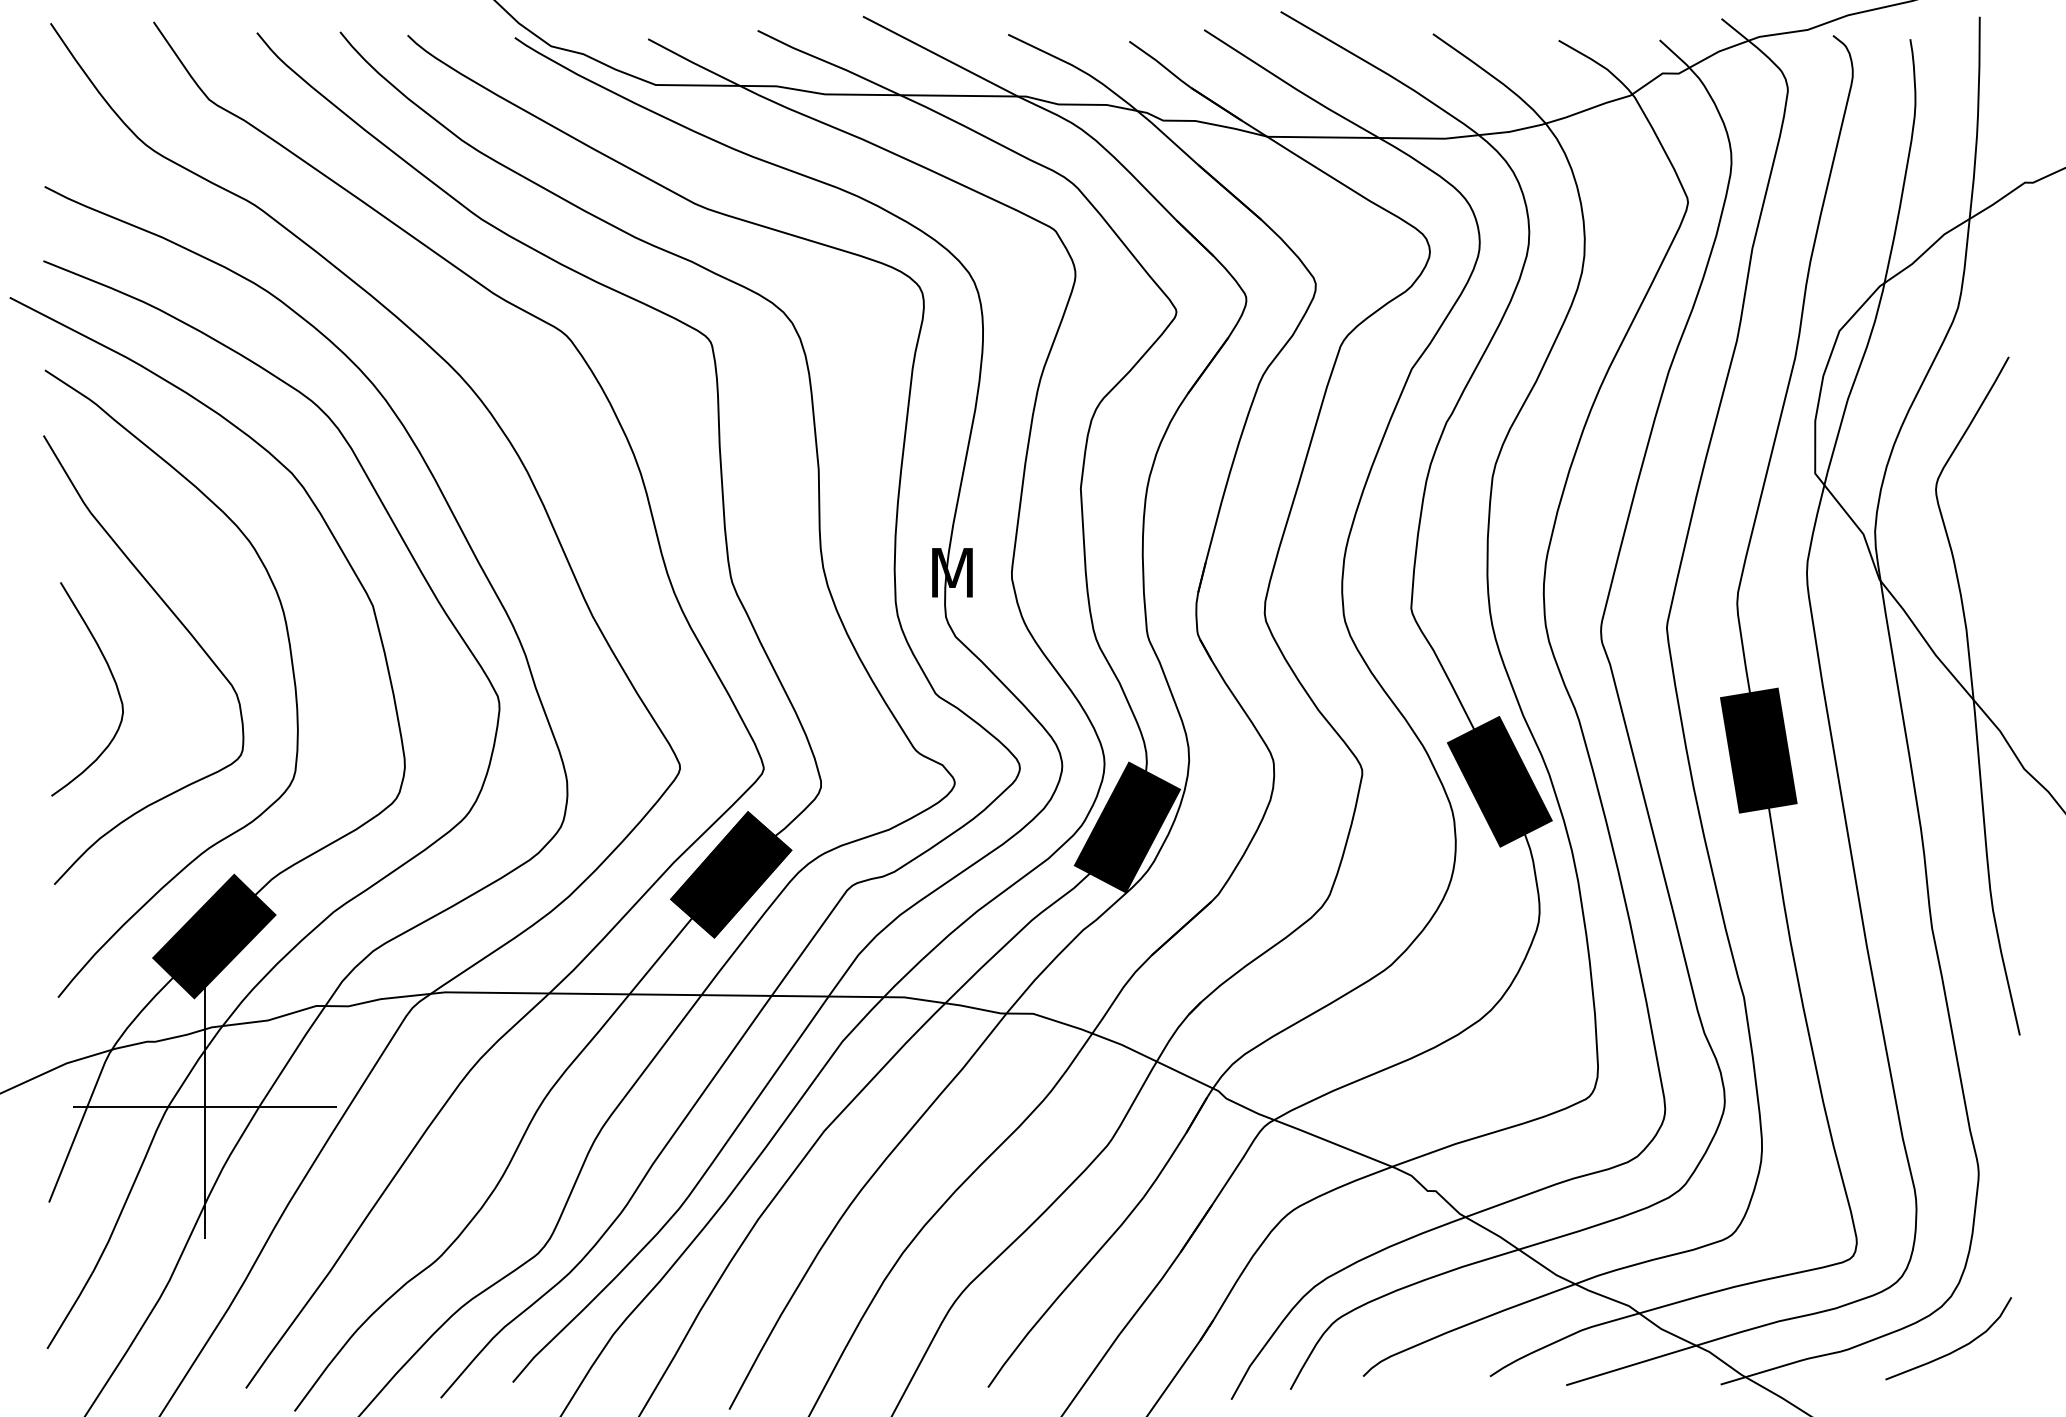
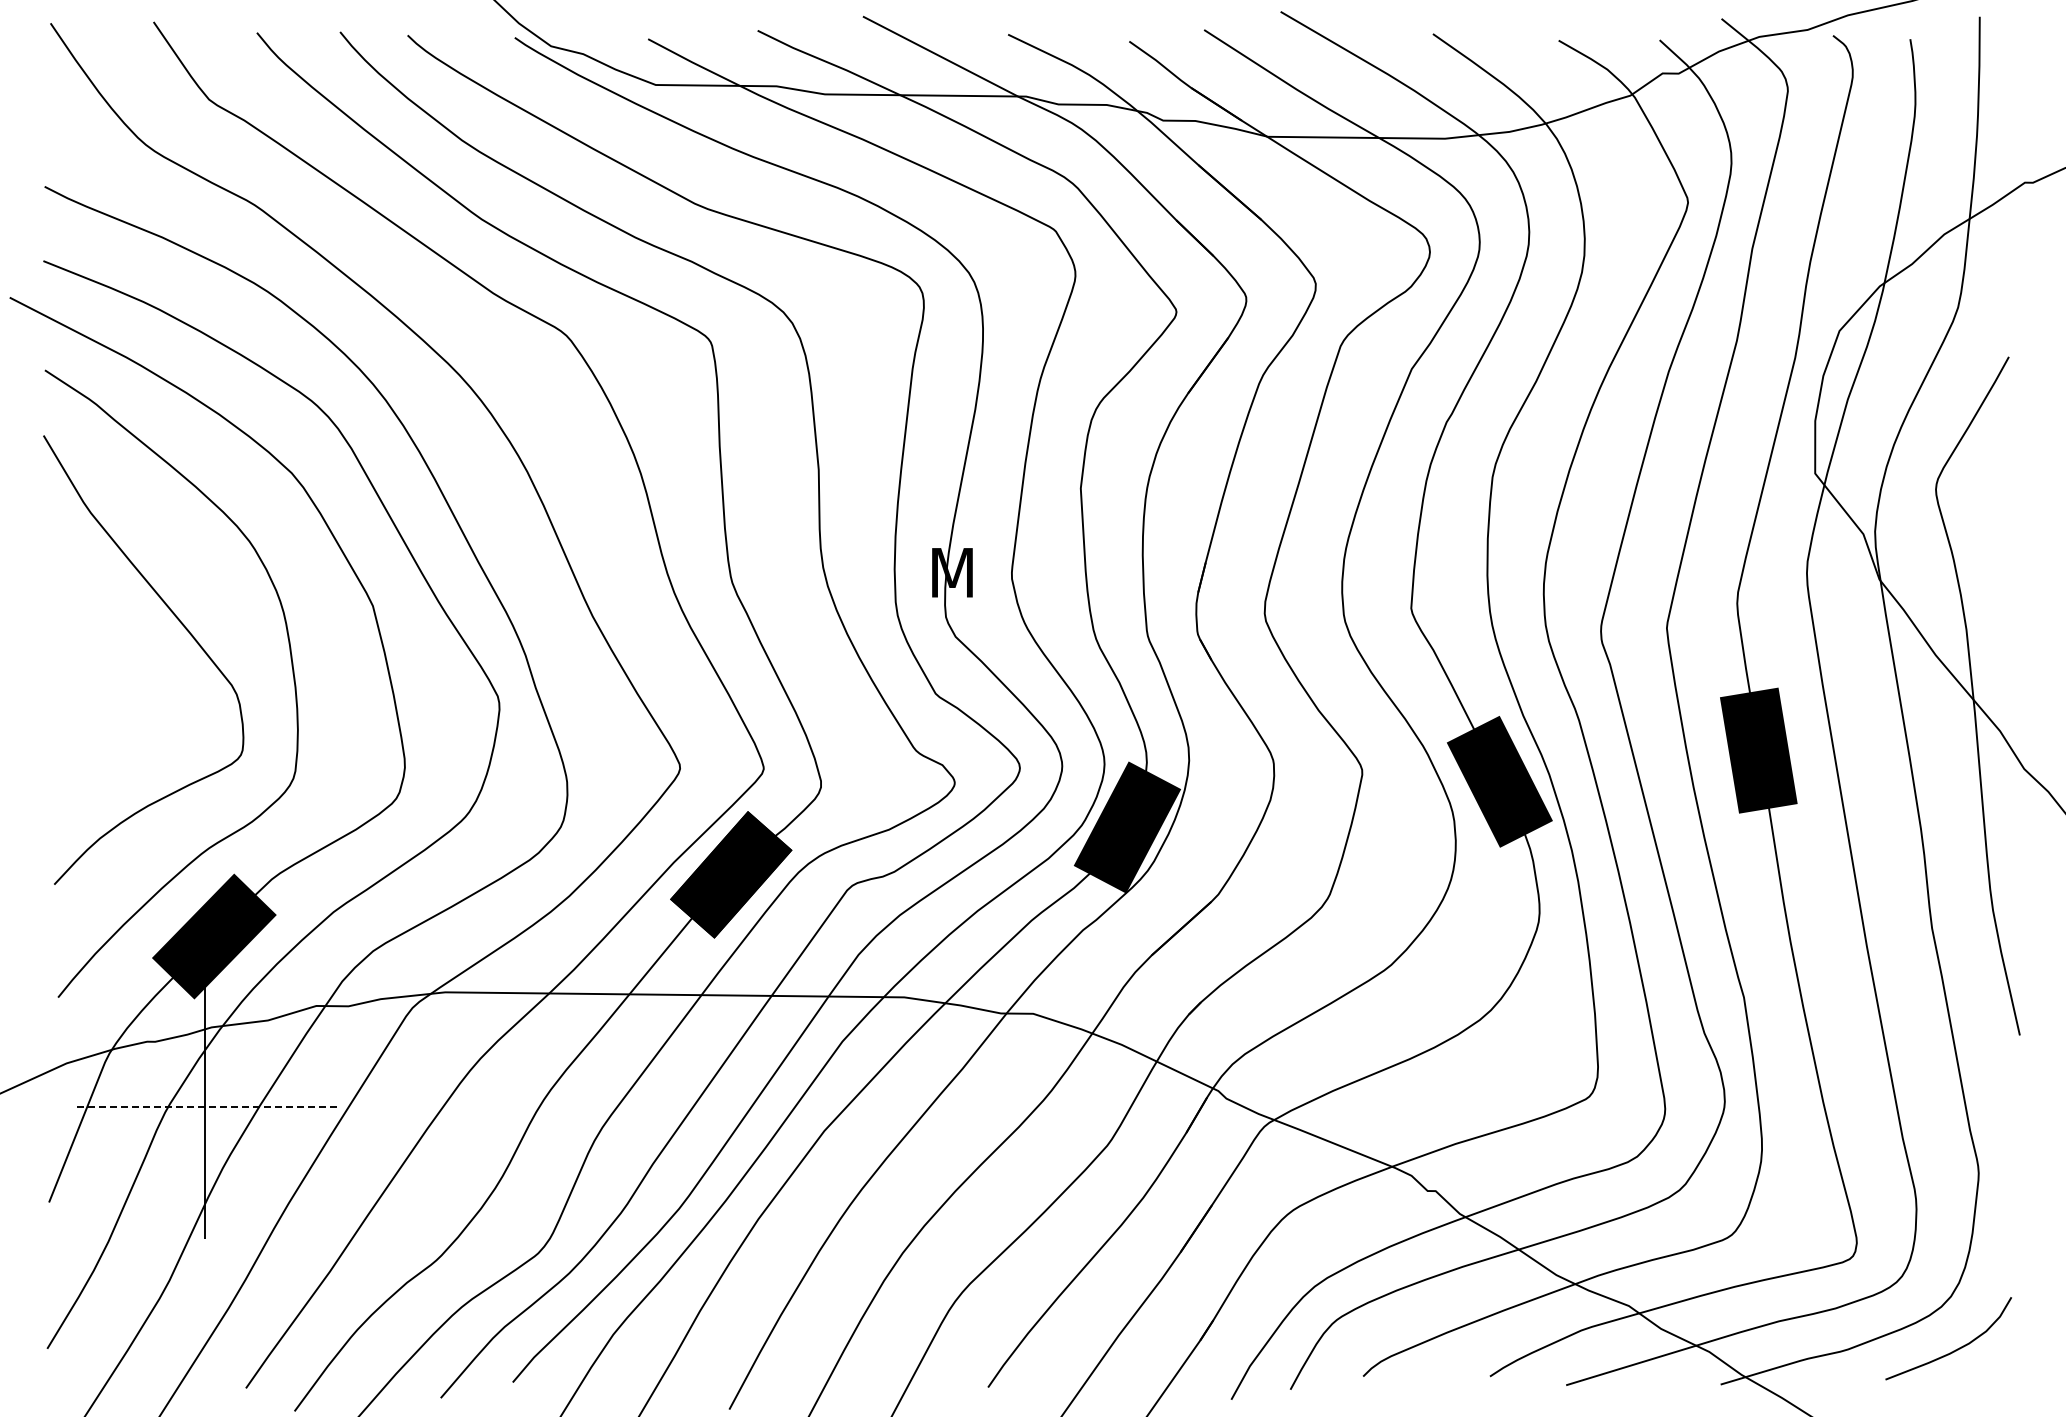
curve at (112, 678): present -> none
line at (205, 1107): solid -> dashed
